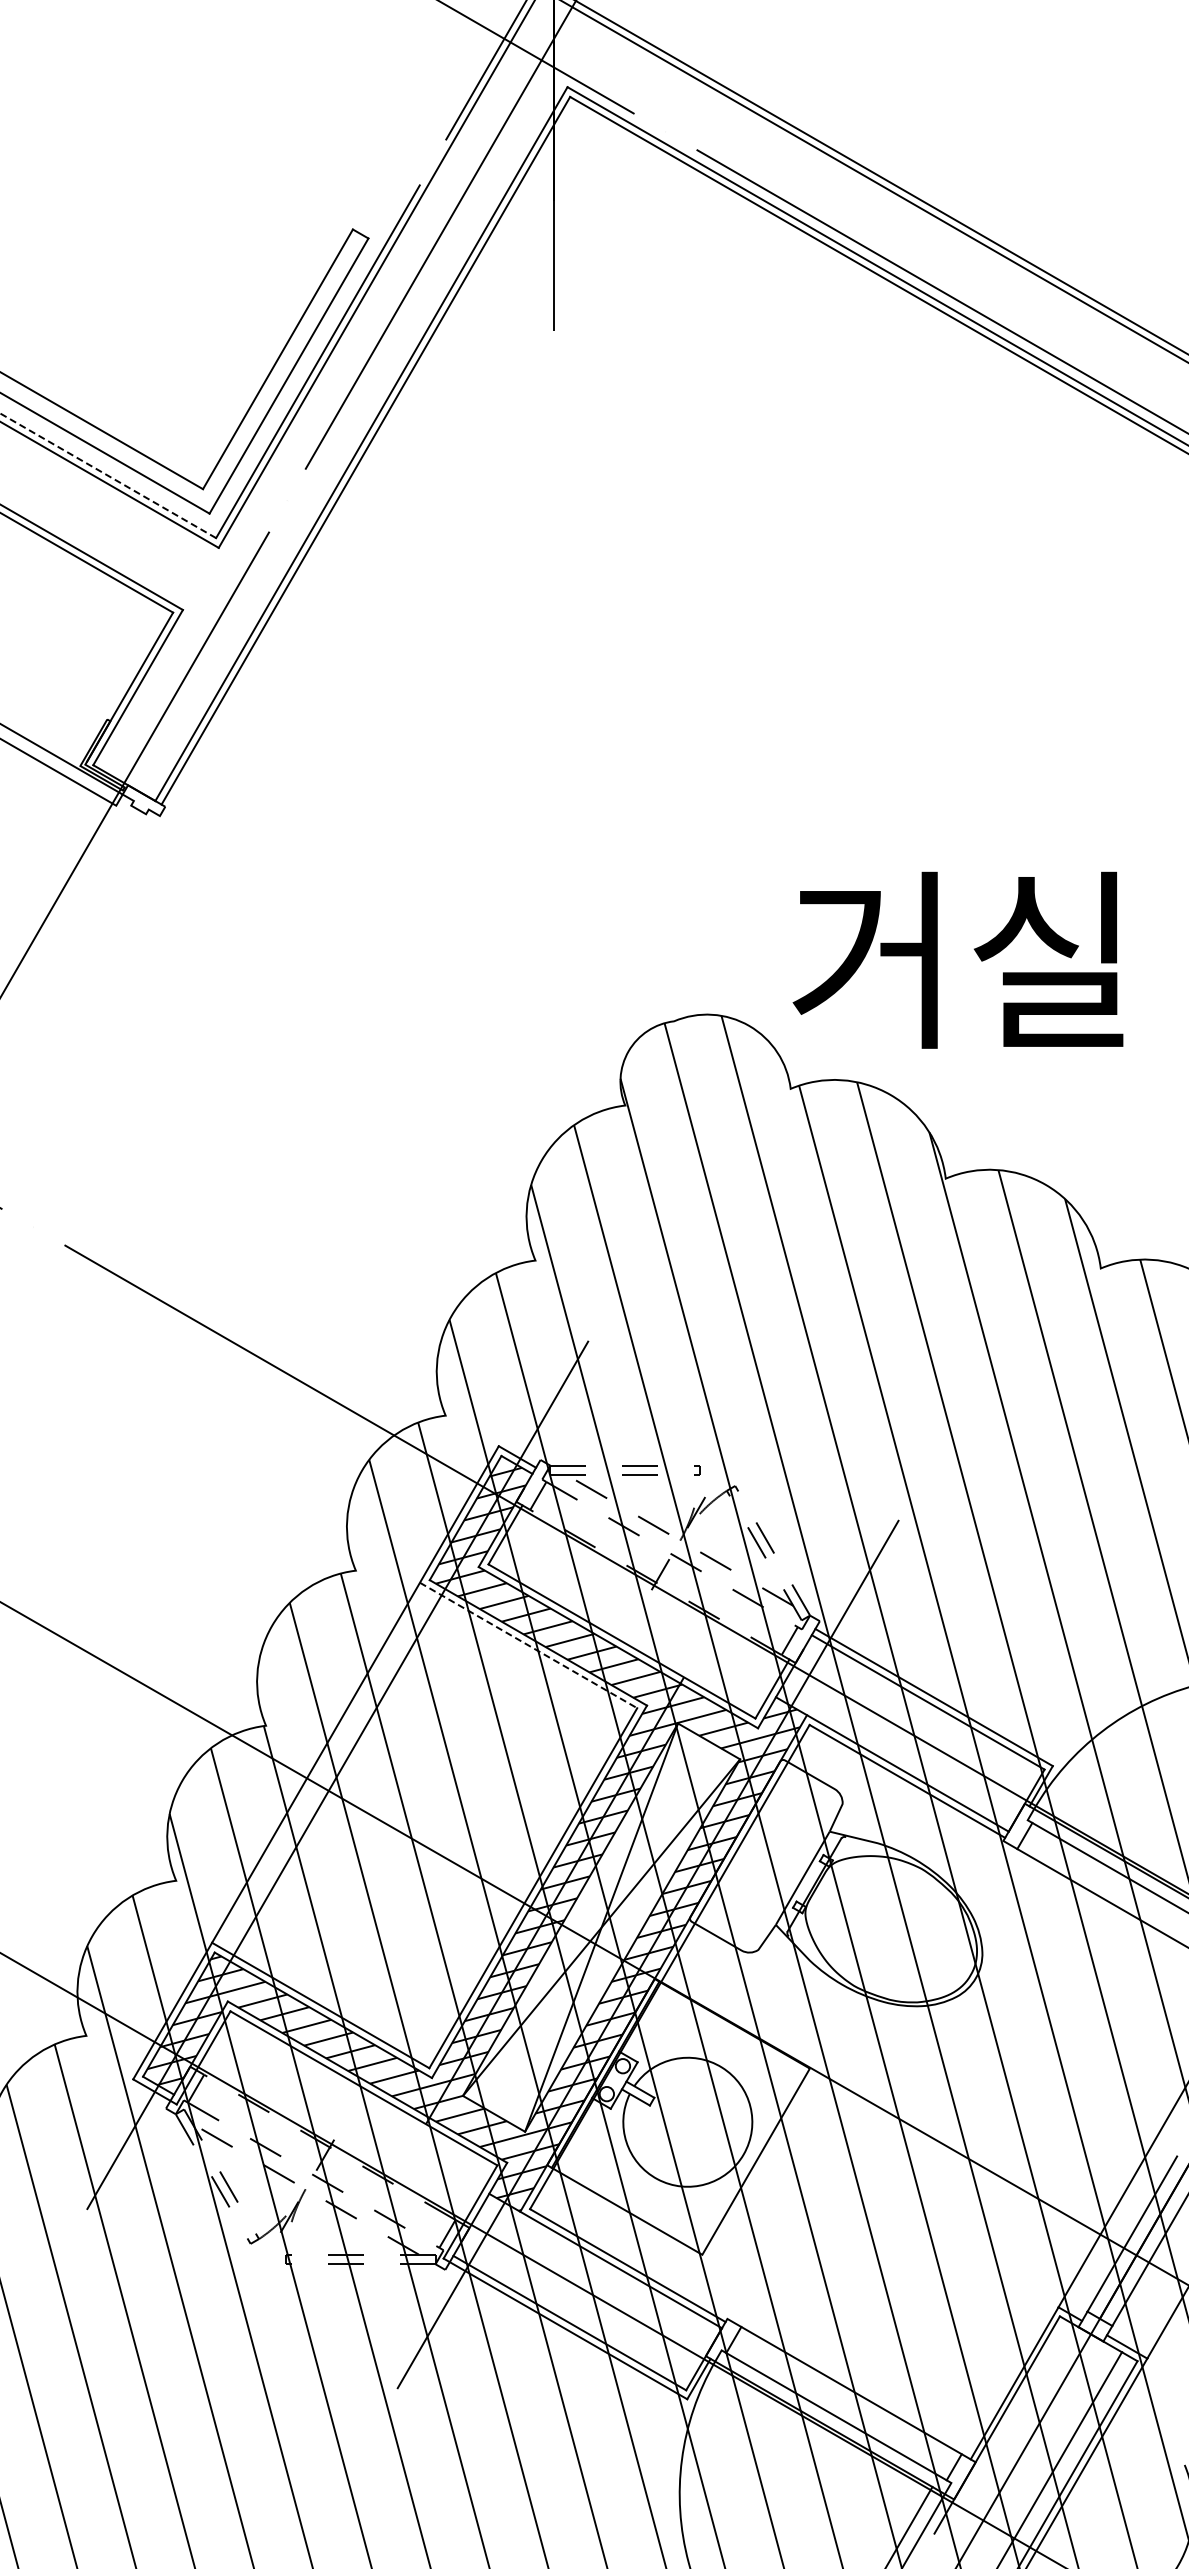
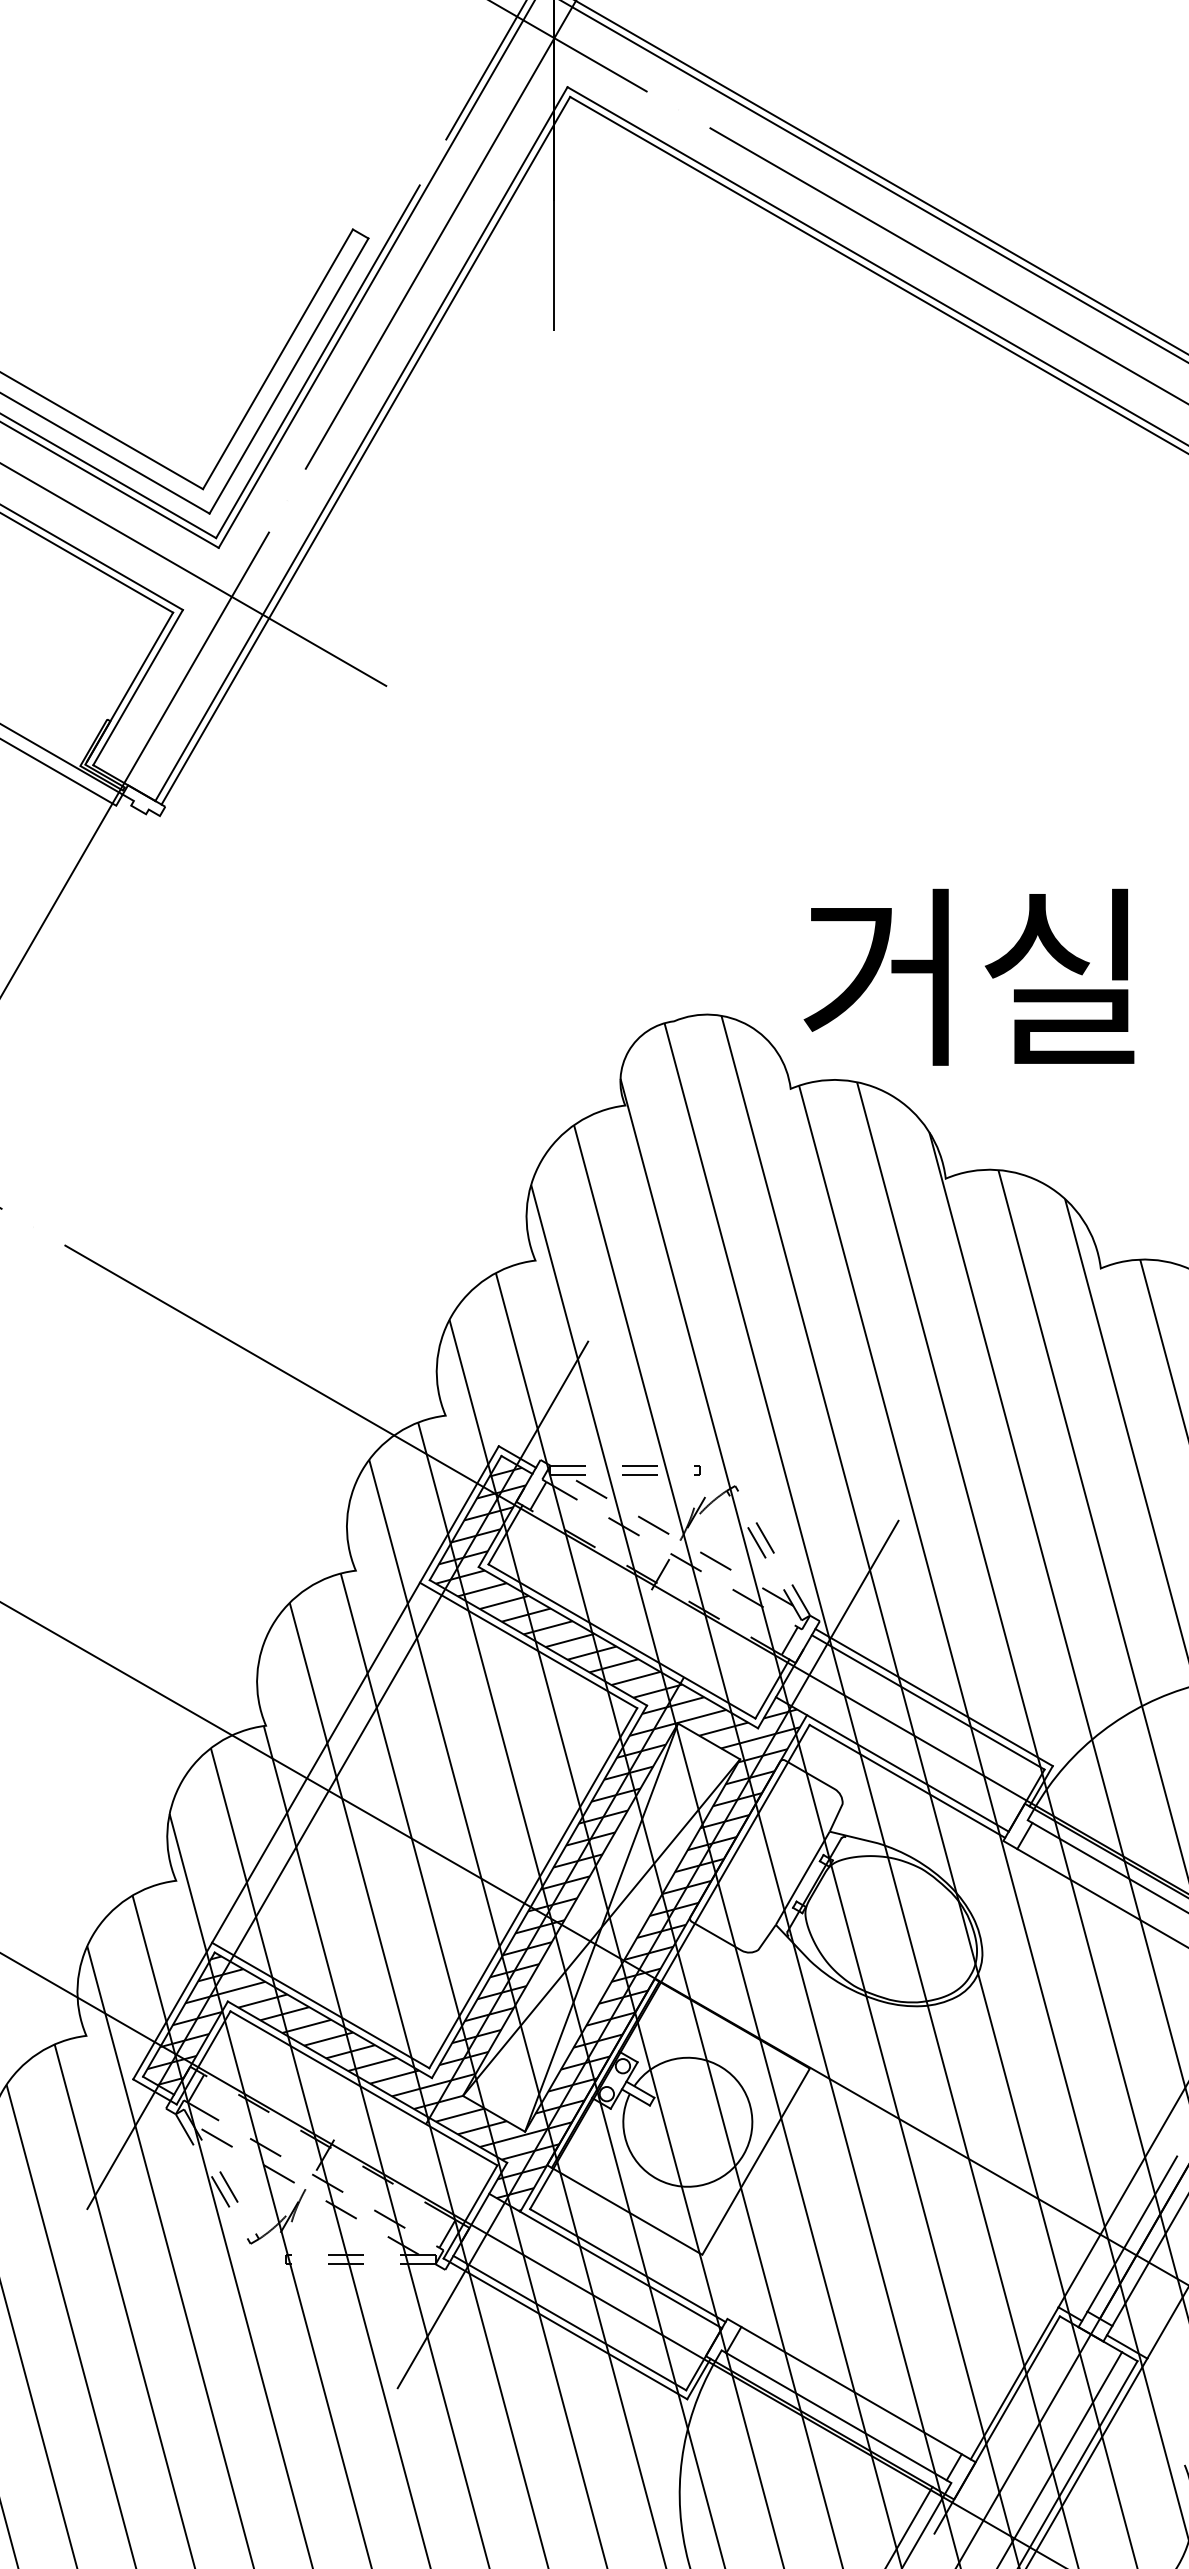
line at (812, 217) position: (812, 217) -> (838, 202)
line at (108, 475): dashed -> solid
line at (194, 575): none -> present
text at (957, 959) position: (957, 959) -> (968, 976)
line at (529, 1645): dashed -> solid
